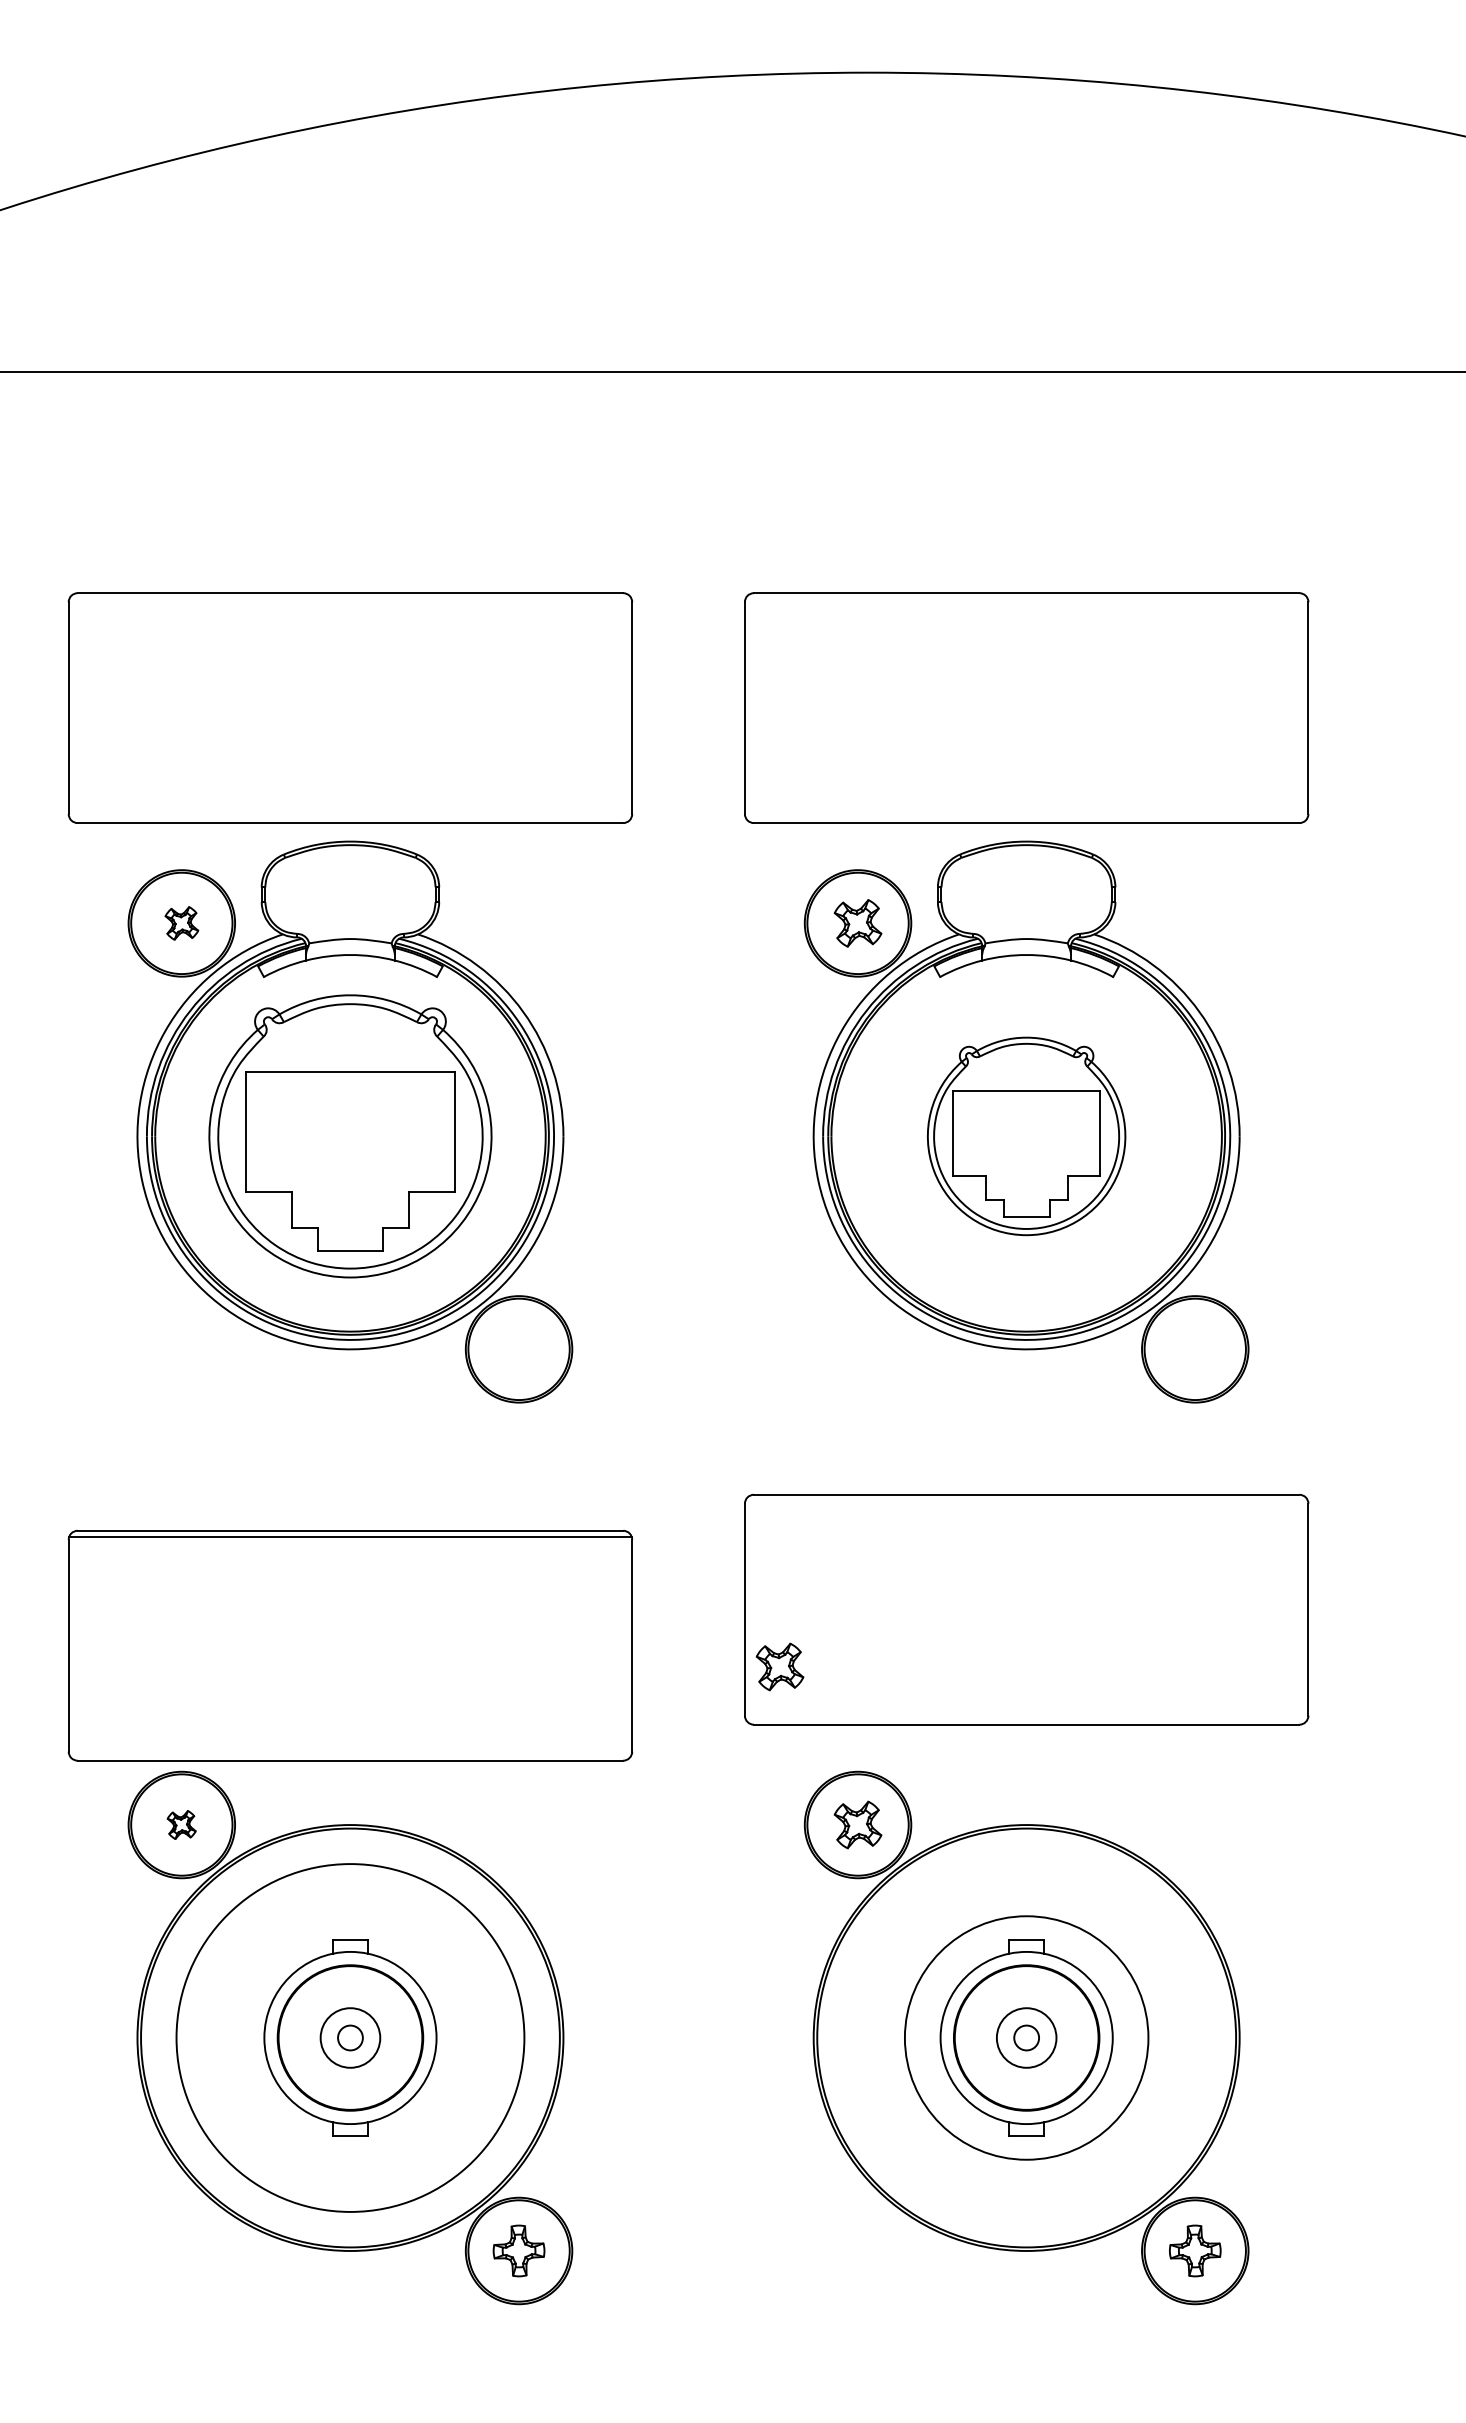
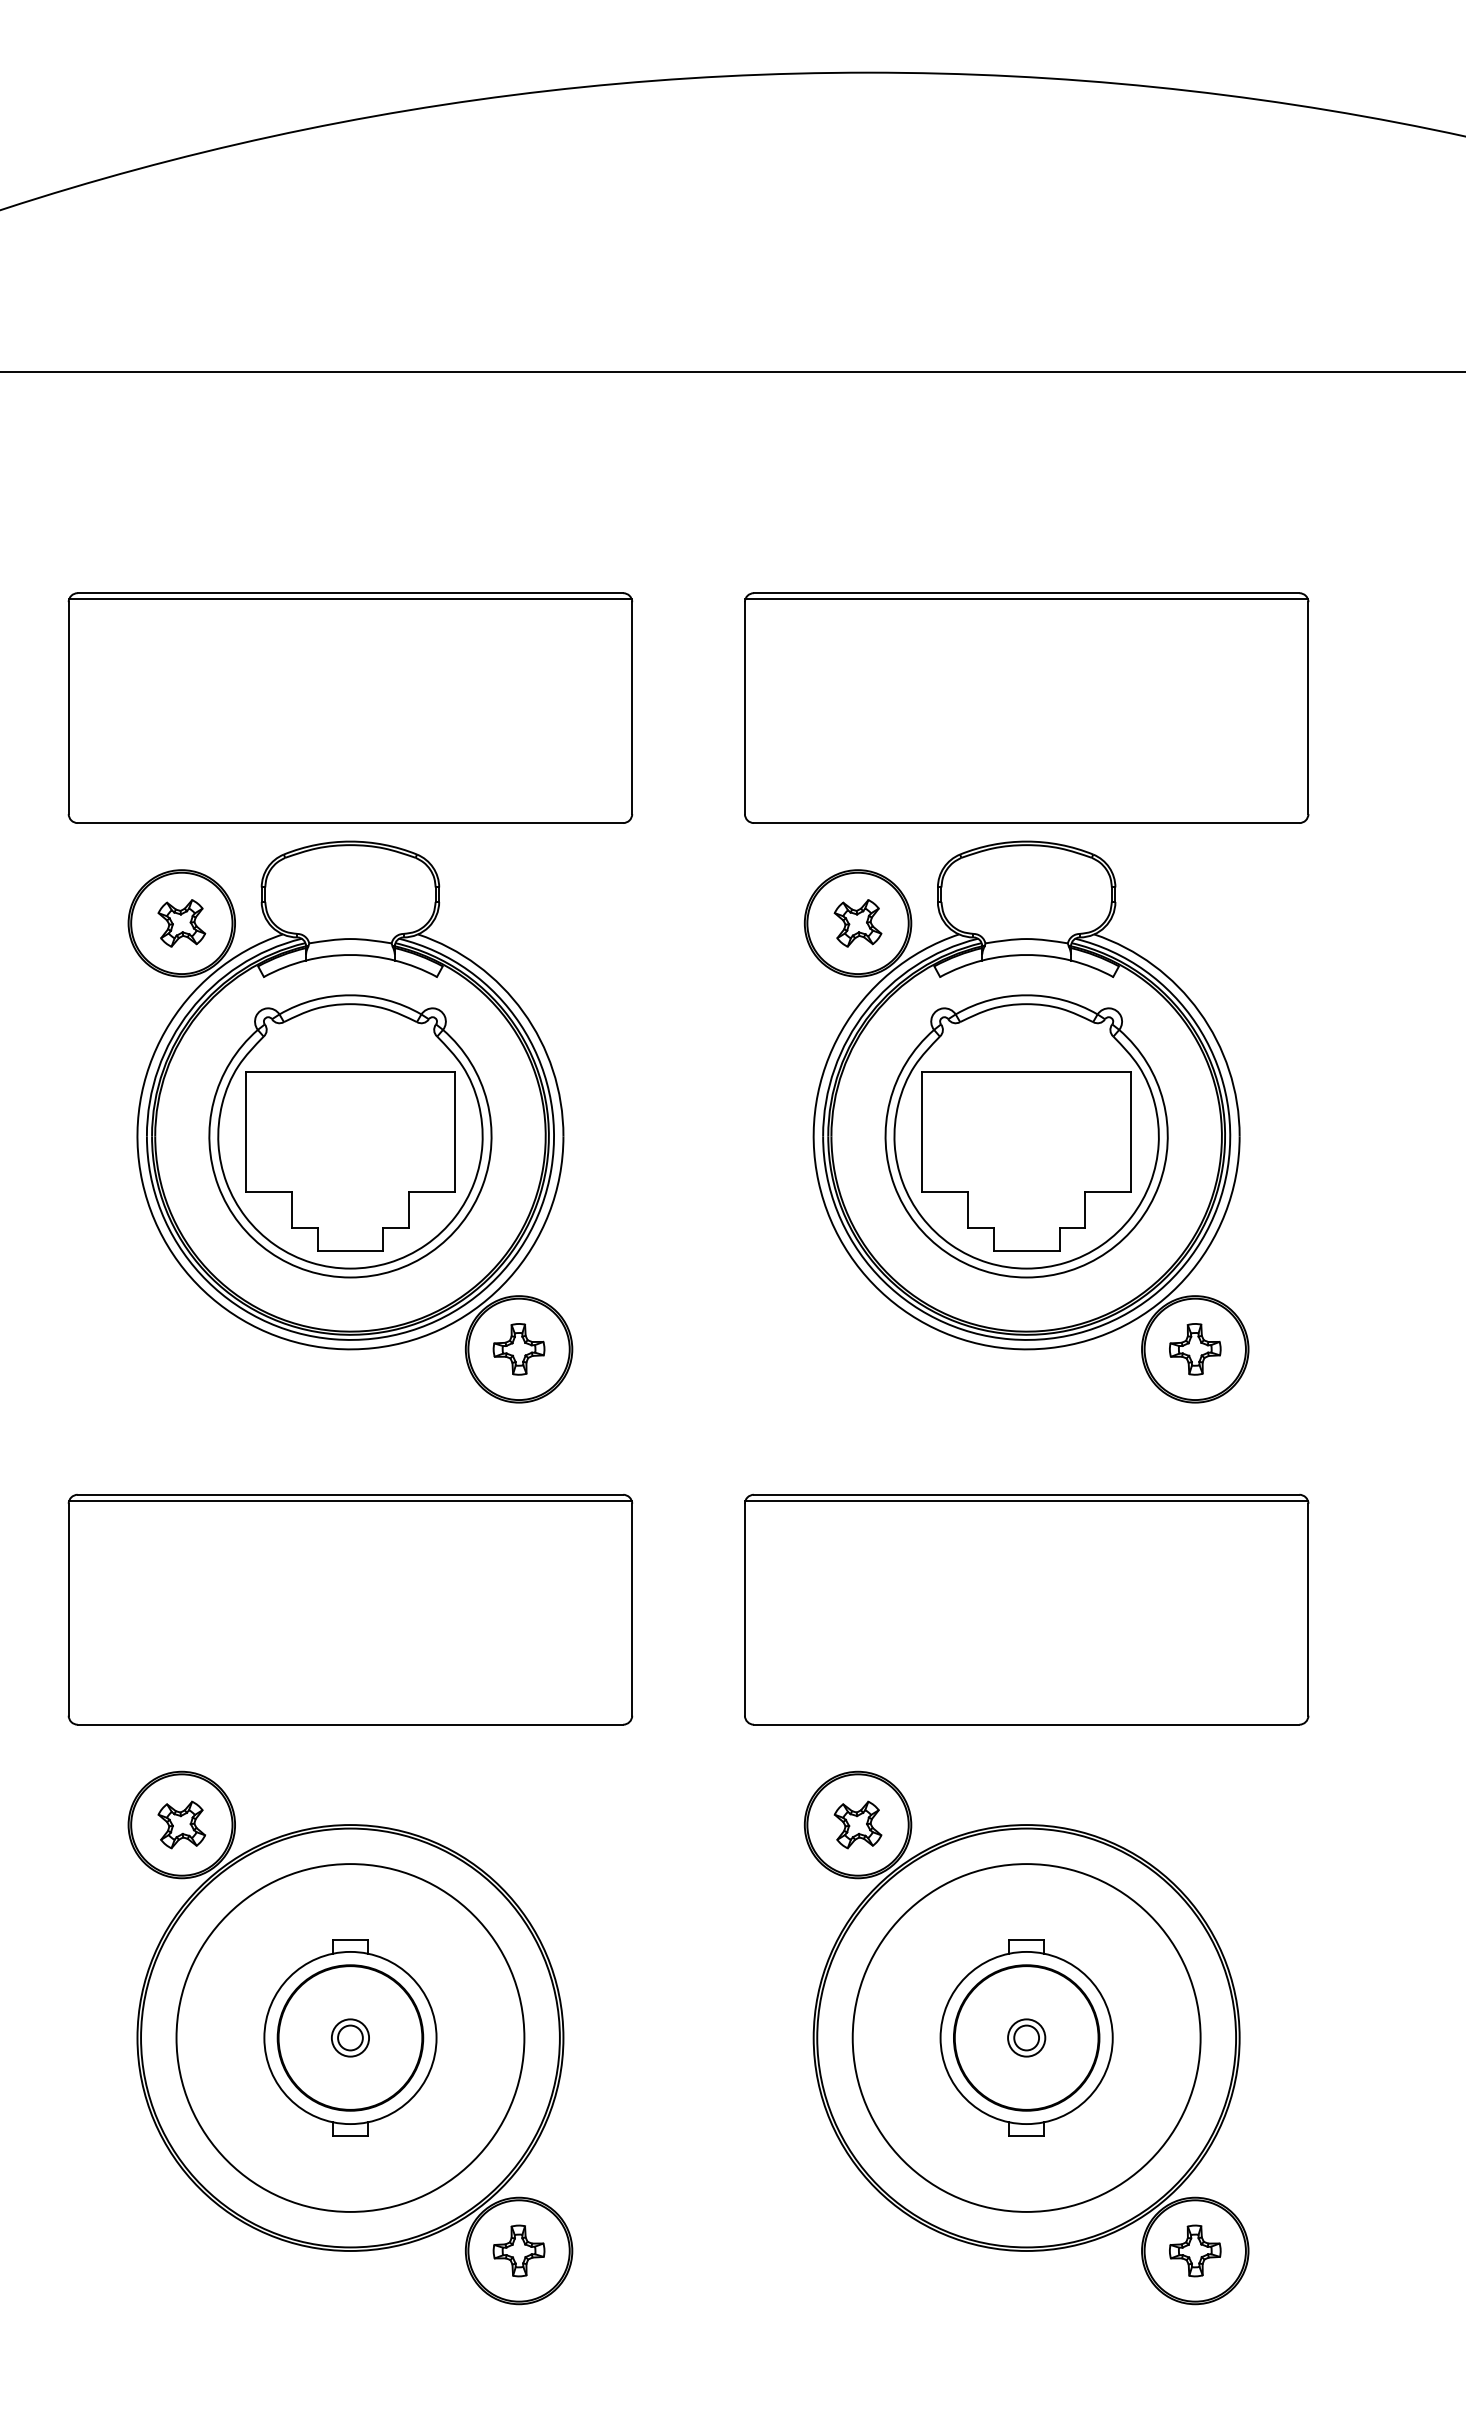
line at (350, 599): none -> present
line at (1026, 599): none -> present
part at (181, 923) size: 36x35 px -> 50x49 px
part at (1026, 1136) size: 200x201 px -> 285x285 px
part at (518, 1349): none -> present
part at (1195, 1349): none -> present
line at (1026, 1500): none -> present
part at (350, 1645) position: (350, 1645) -> (350, 1609)
part at (779, 1666): present -> none
part at (181, 1824) size: 31x30 px -> 49x50 px
circle at (350, 2037) diameter: 60 px -> 37 px
circle at (1026, 2037) diameter: 244 px -> 348 px
circle at (1026, 2037) diameter: 60 px -> 37 px
